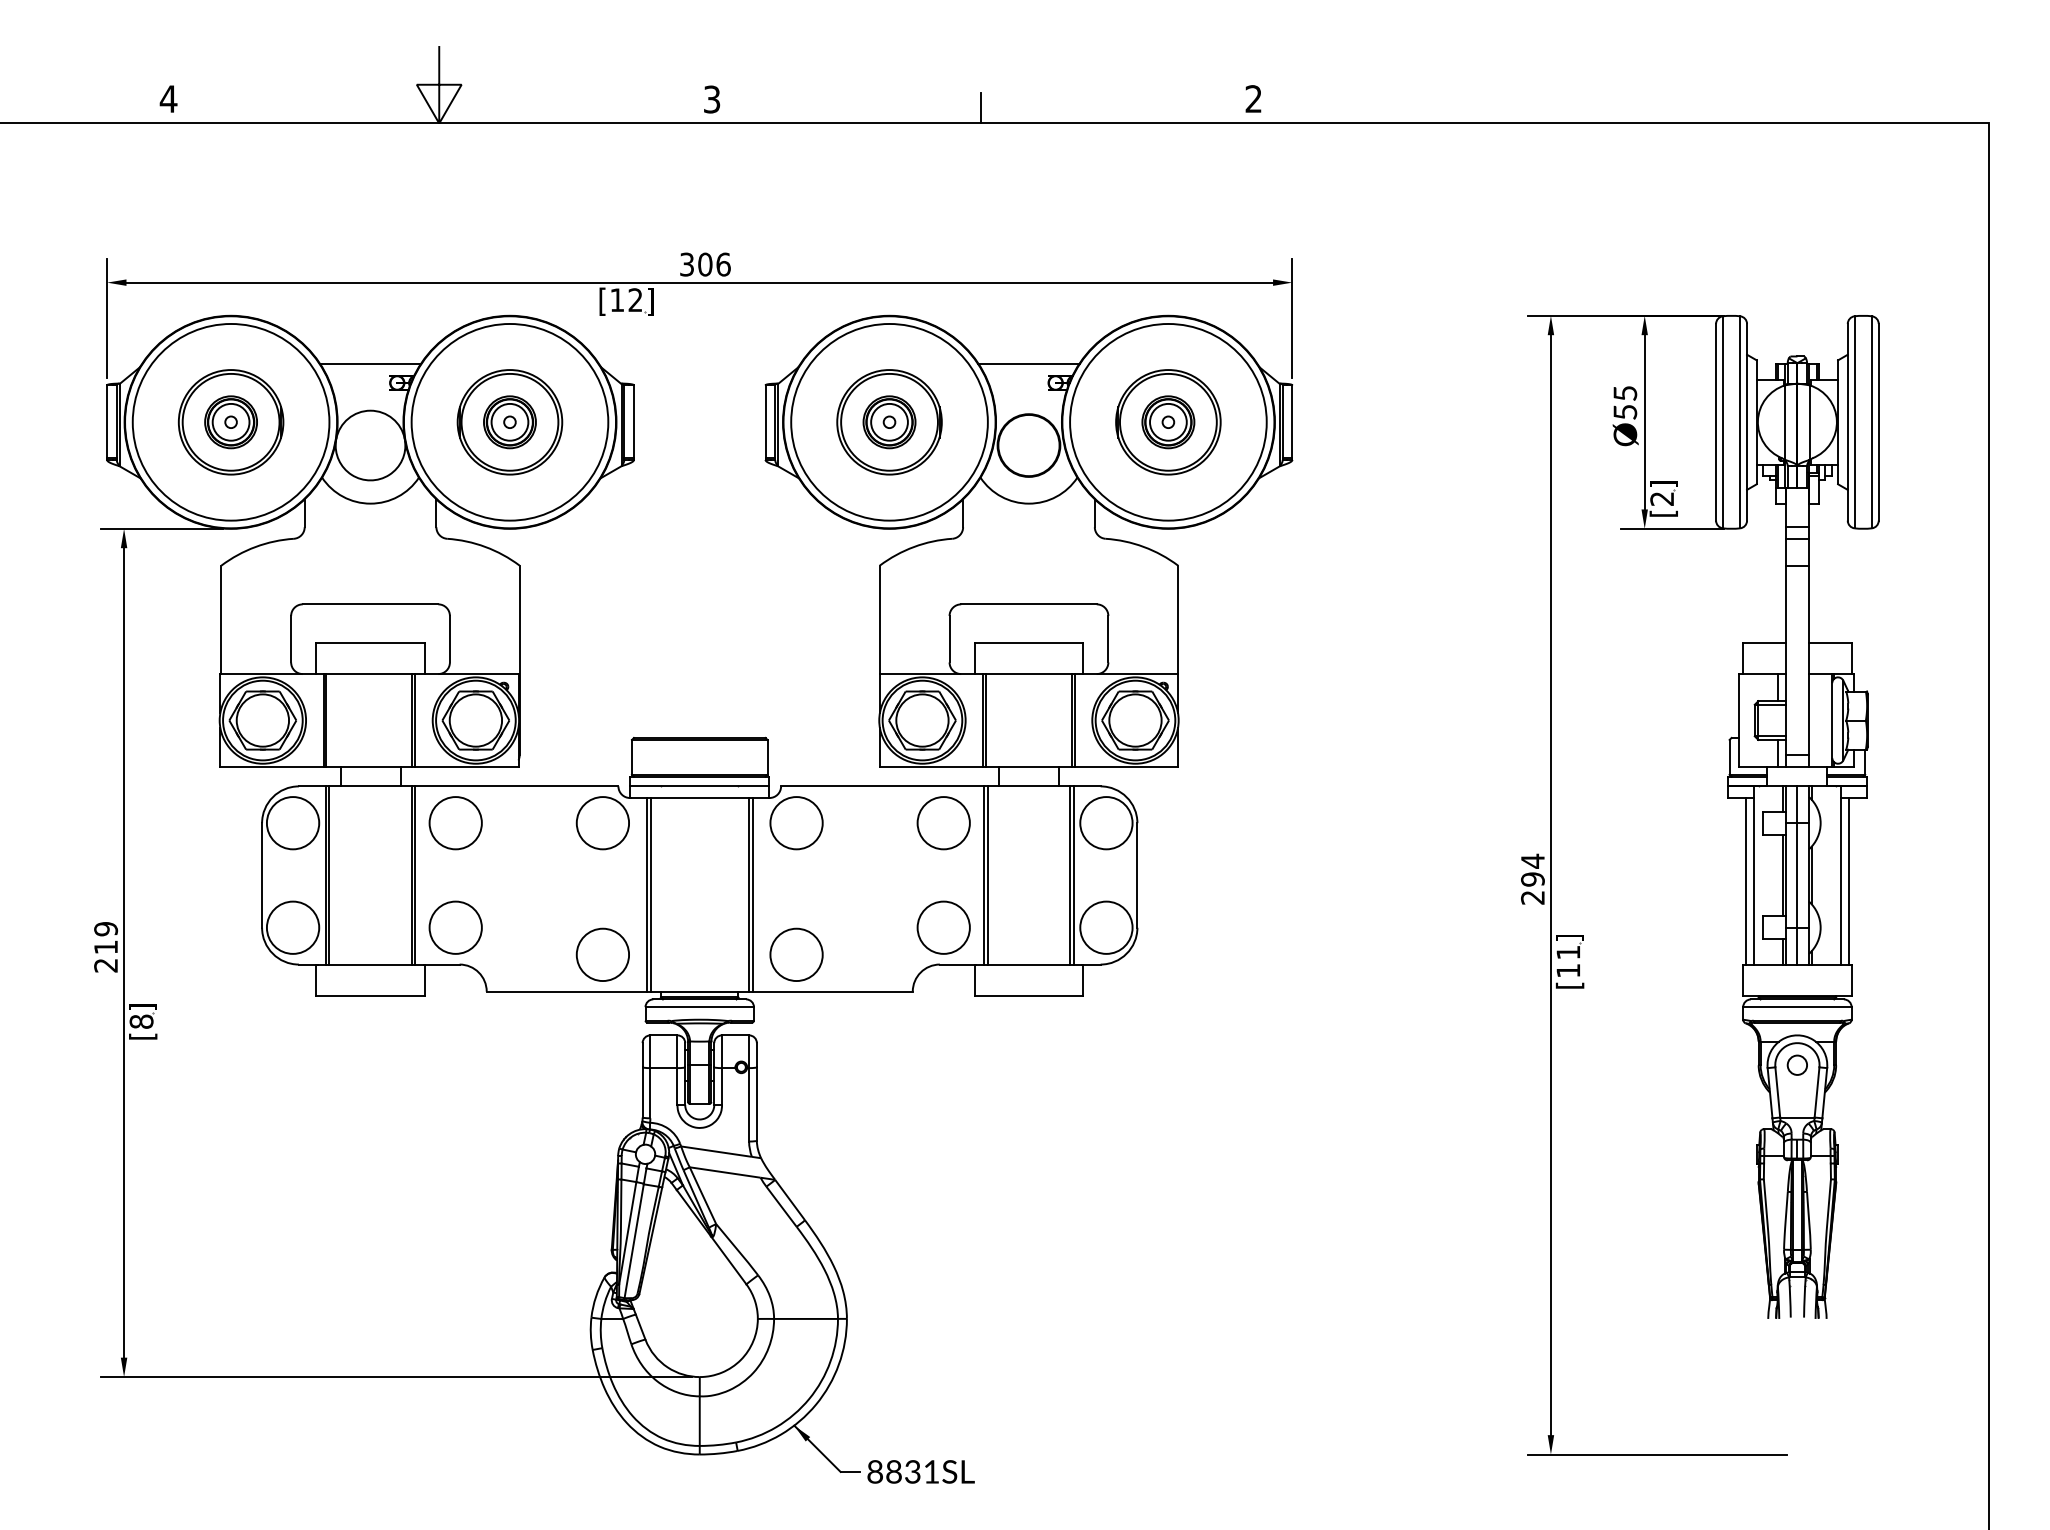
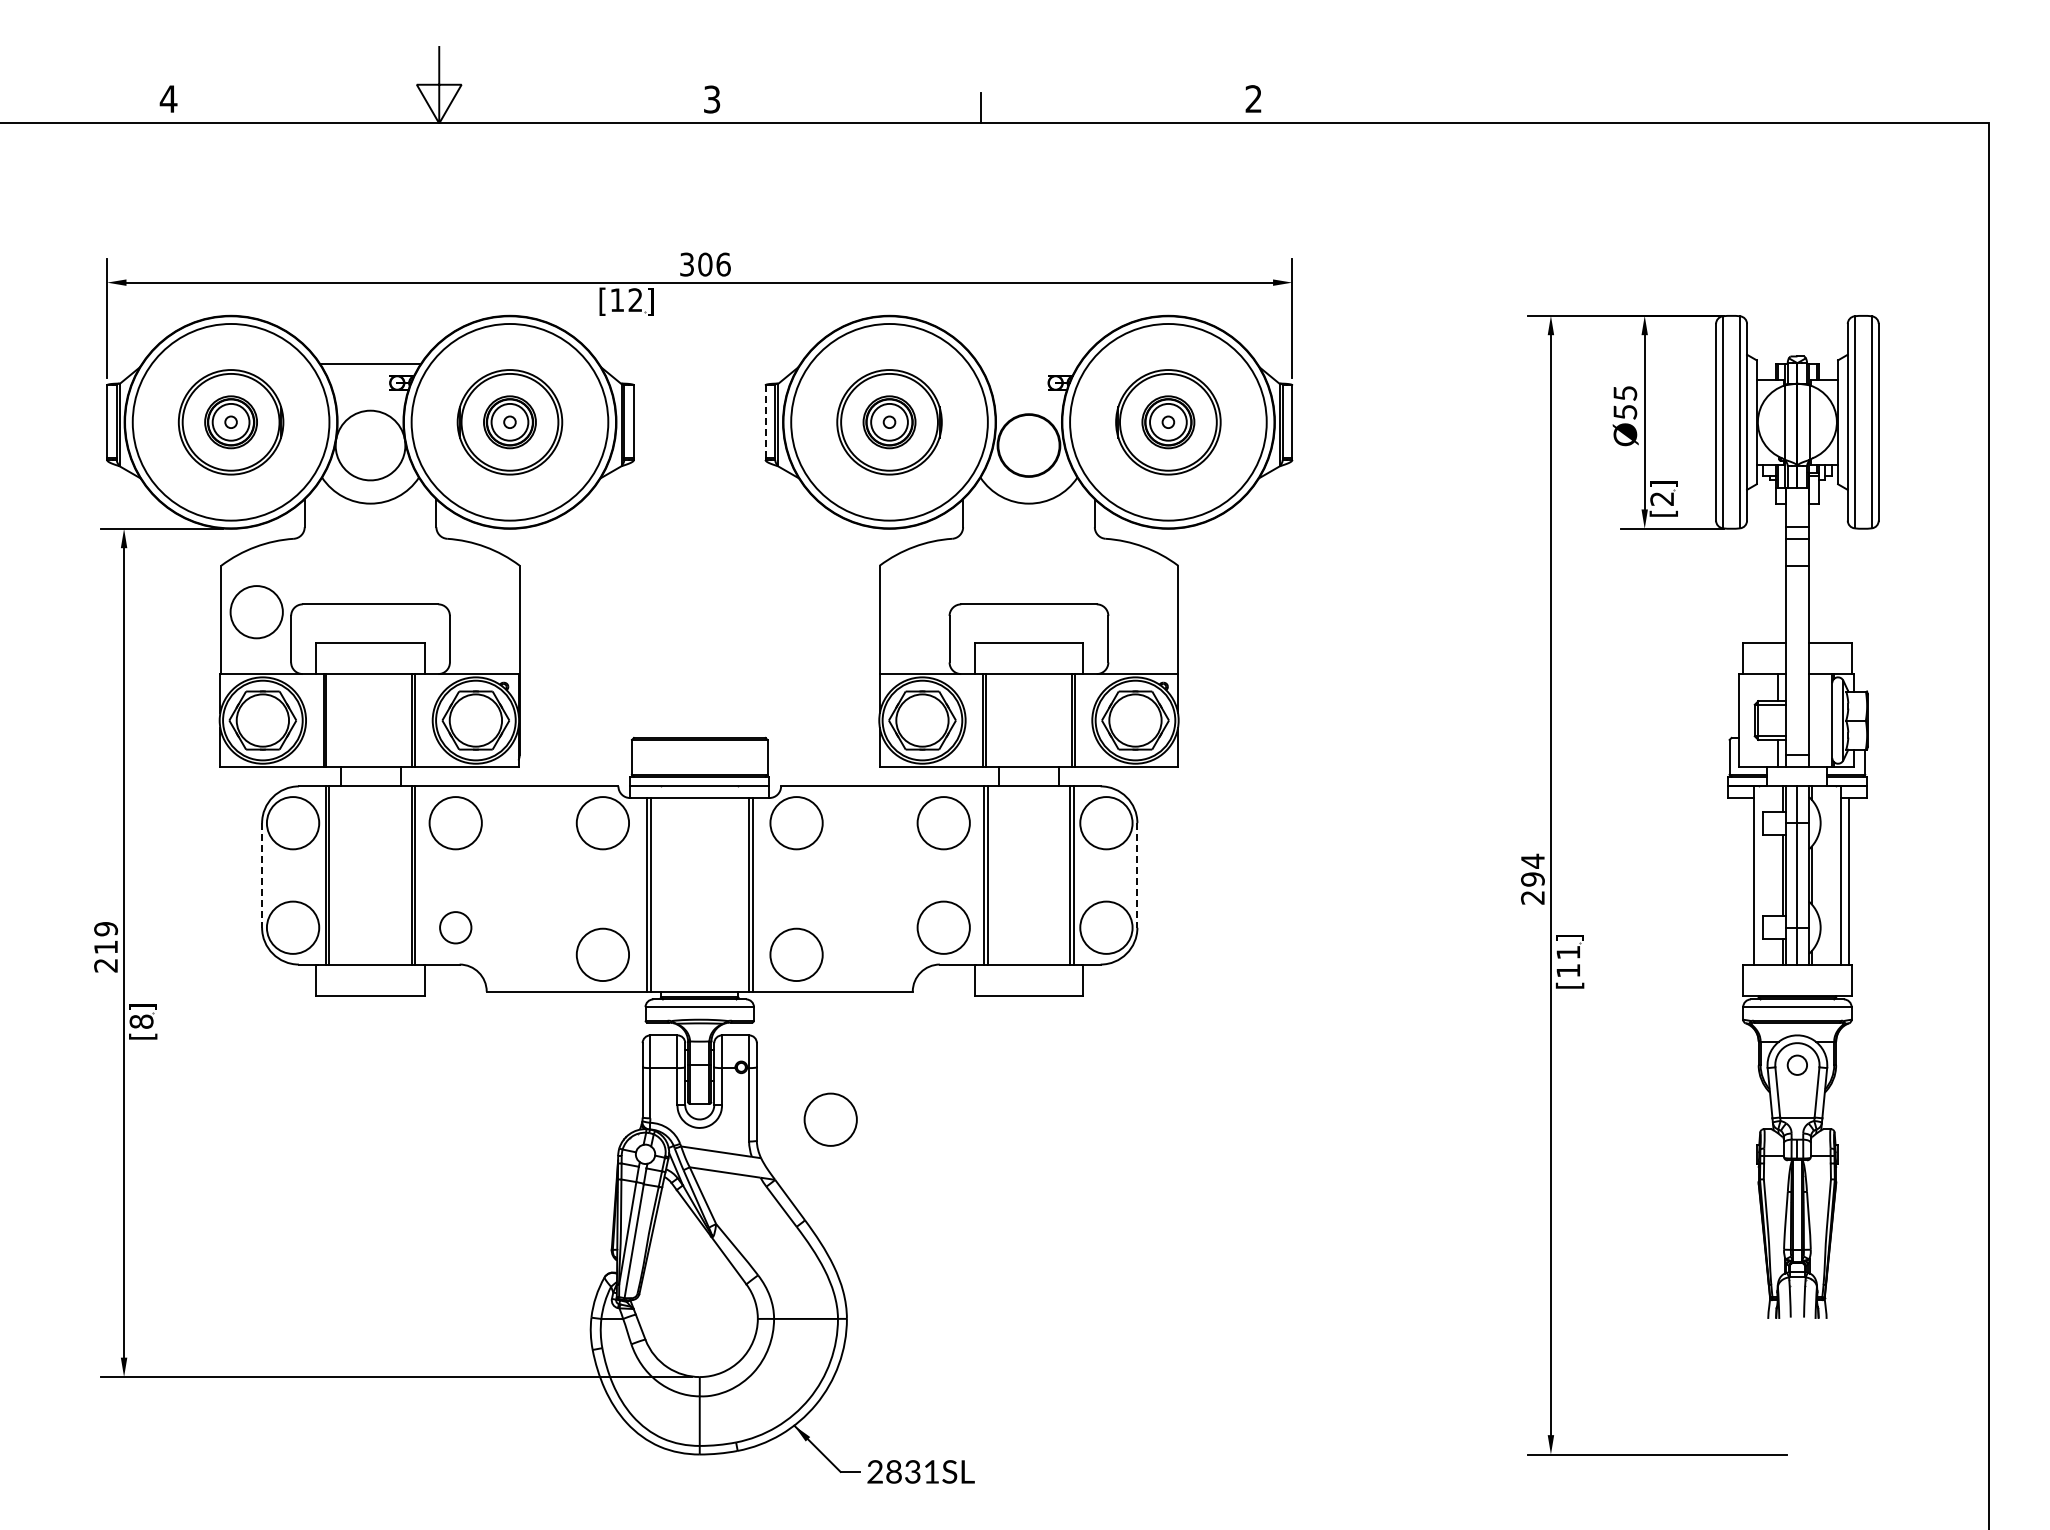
line at (1028, 363): present -> none
line at (765, 422): solid -> dashed
circle at (256, 612): none -> present
line at (262, 875): solid -> dashed
line at (1137, 875): solid -> dashed
line at (1746, 881): present -> none
circle at (455, 927) diameter: 52 px -> 31 px
circle at (830, 1119): none -> present
text at (874, 1472): 8831SL -> 2831SL
